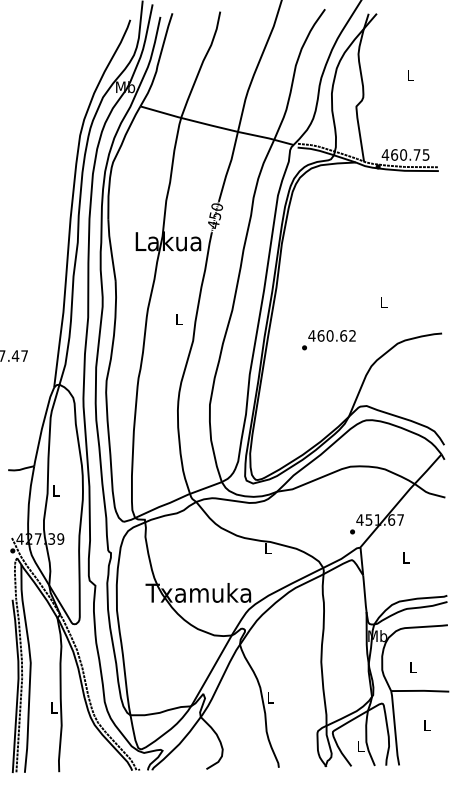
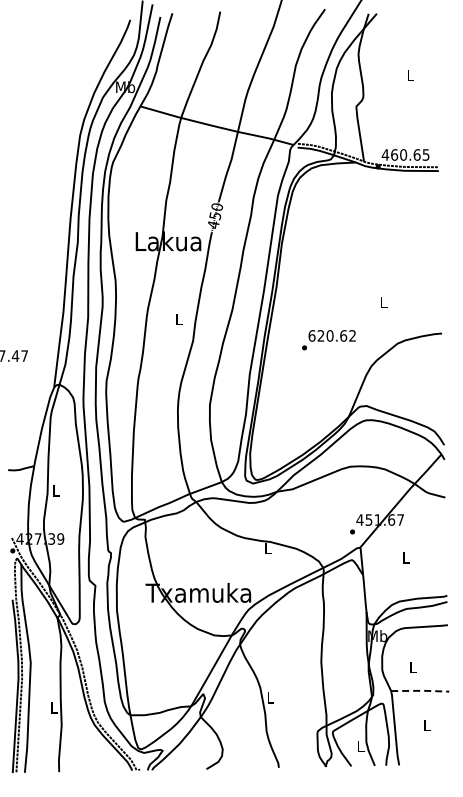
text at (416, 154): 460.75 -> 460.65
text at (316, 335): 460.62 -> 620.62
line at (421, 690): solid -> dashed
